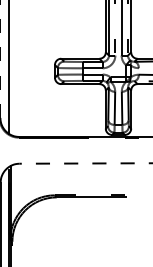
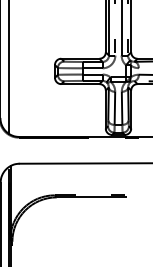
line at (0, 59): dashed -> solid
line at (85, 163): dashed -> solid
